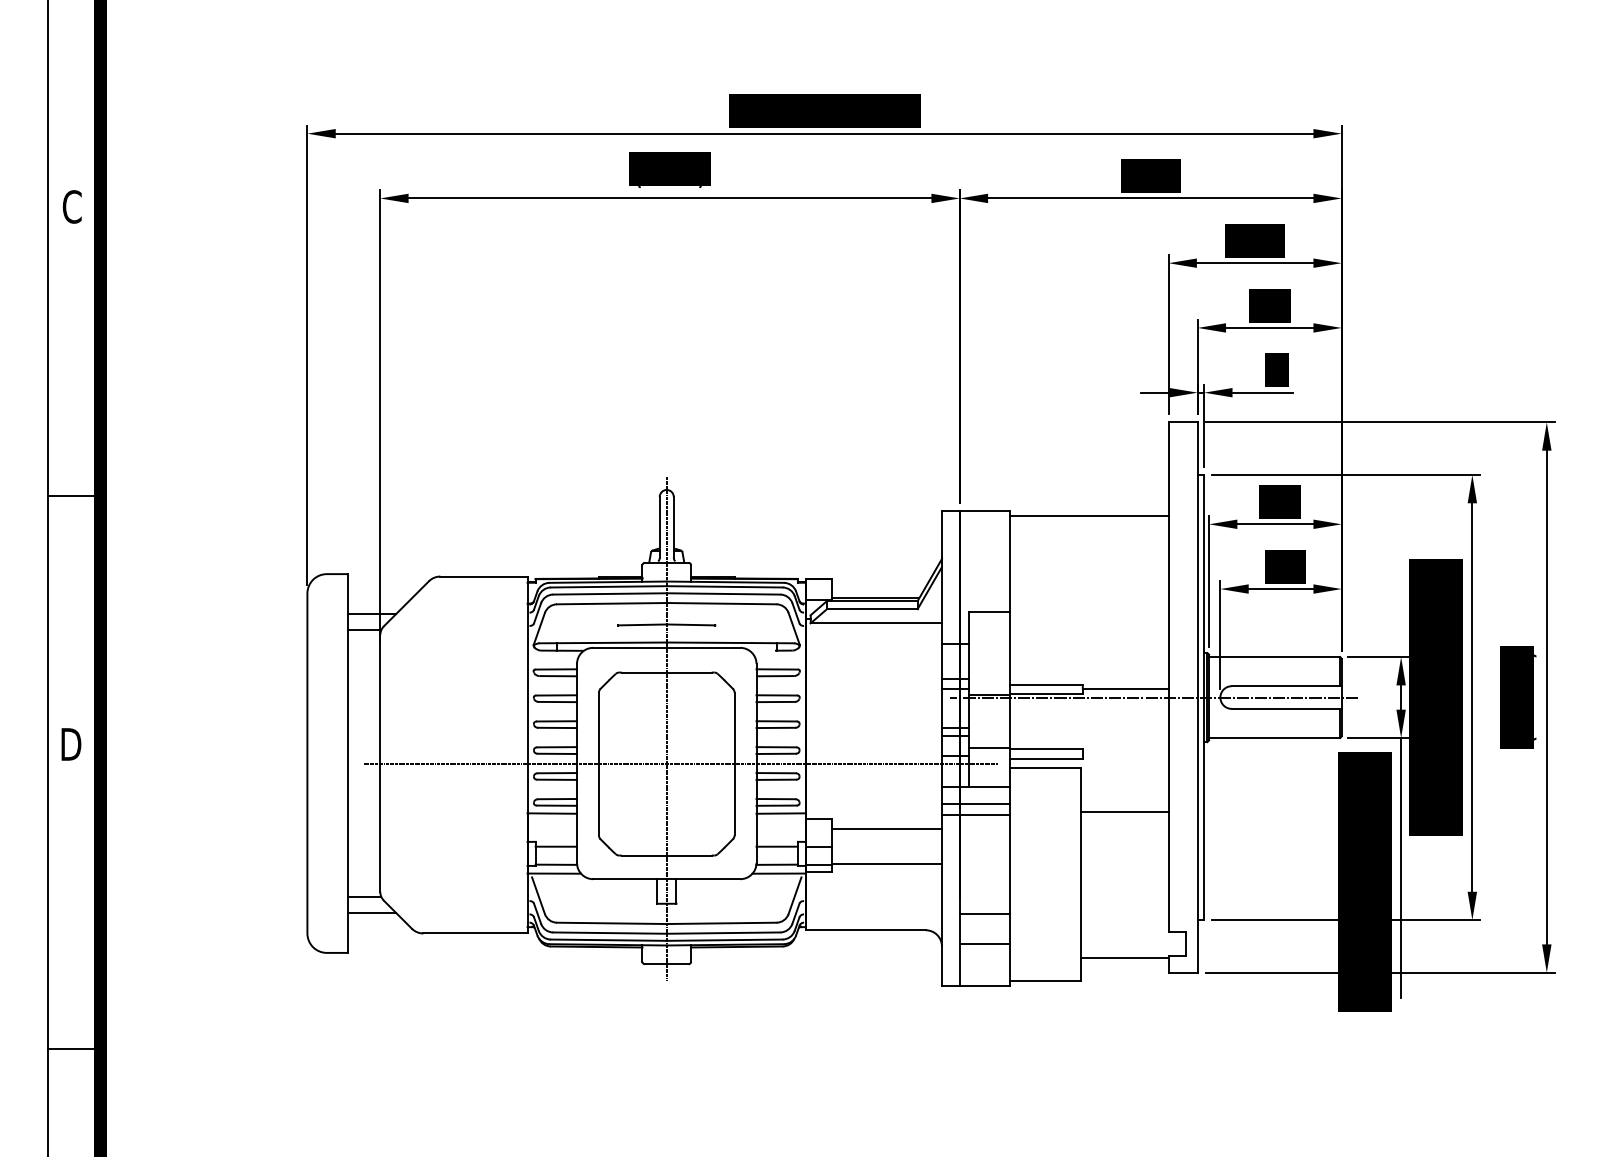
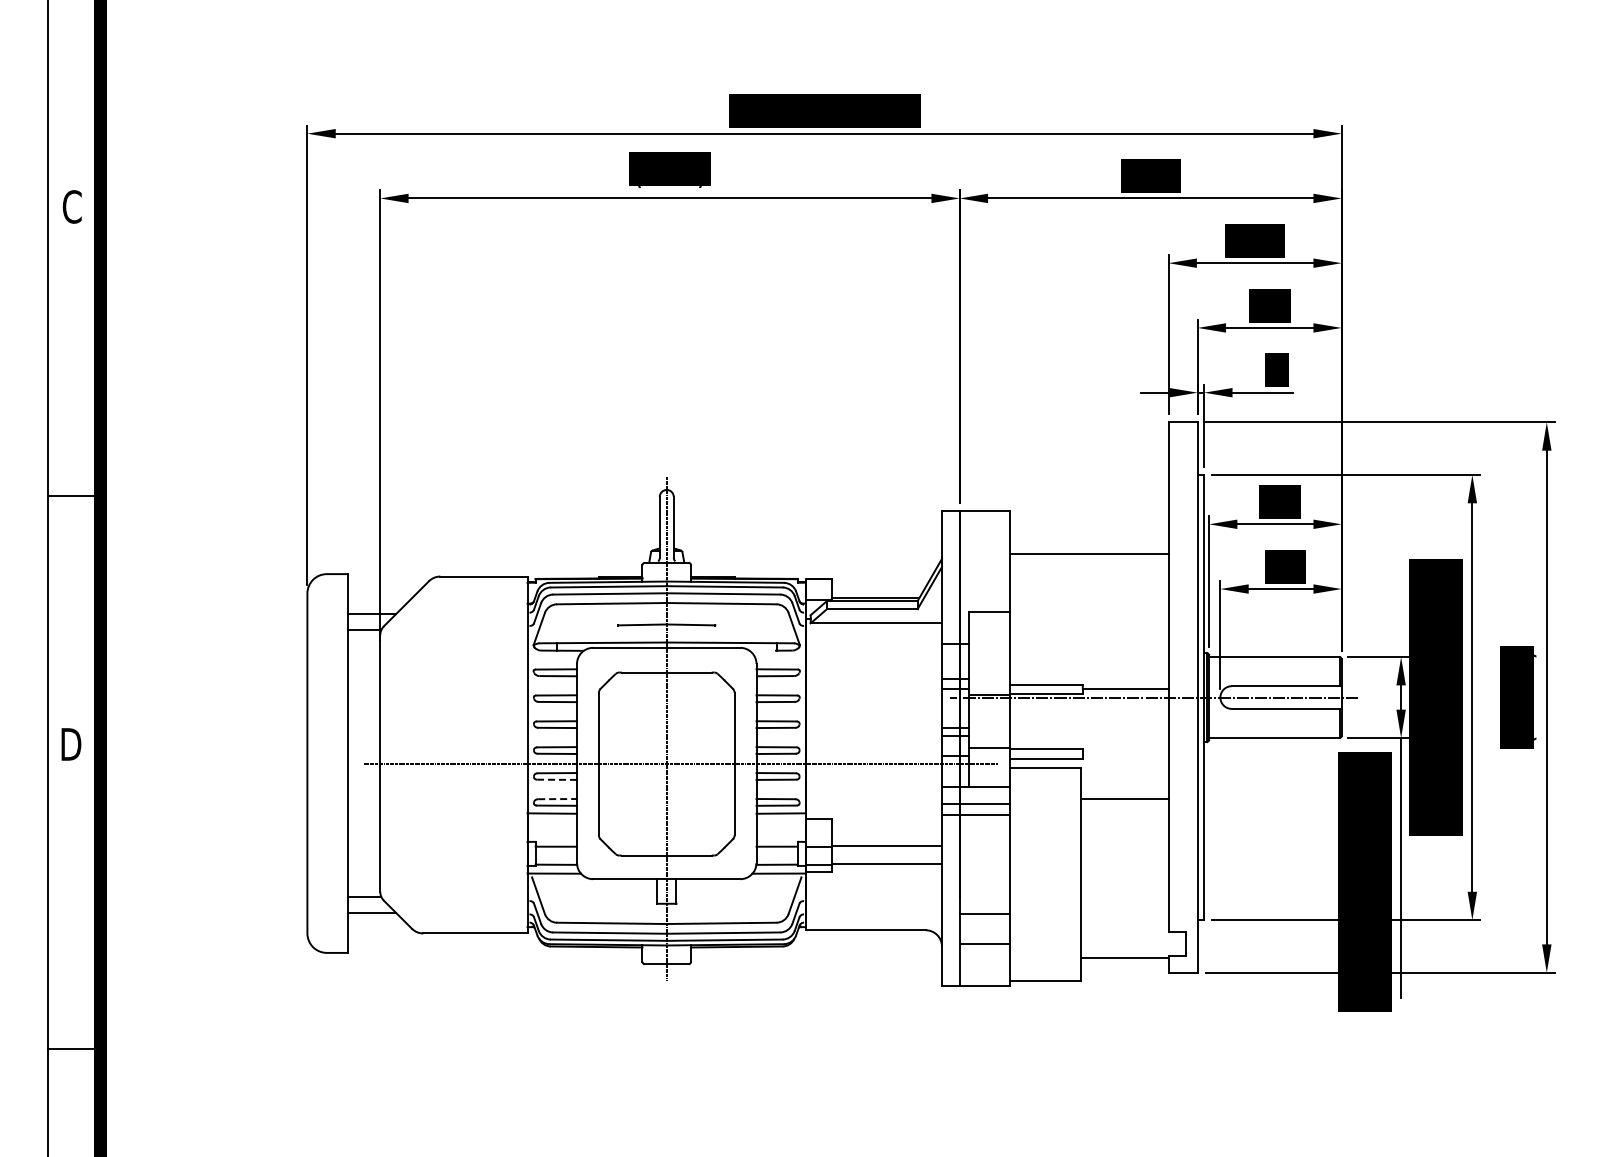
line at (1088, 516) position: (1088, 516) -> (1088, 554)
line at (557, 779): solid -> dashed
line at (558, 799): solid -> dashed
line at (1124, 811) position: (1124, 811) -> (1124, 798)
line at (886, 828) position: (886, 828) -> (886, 845)
